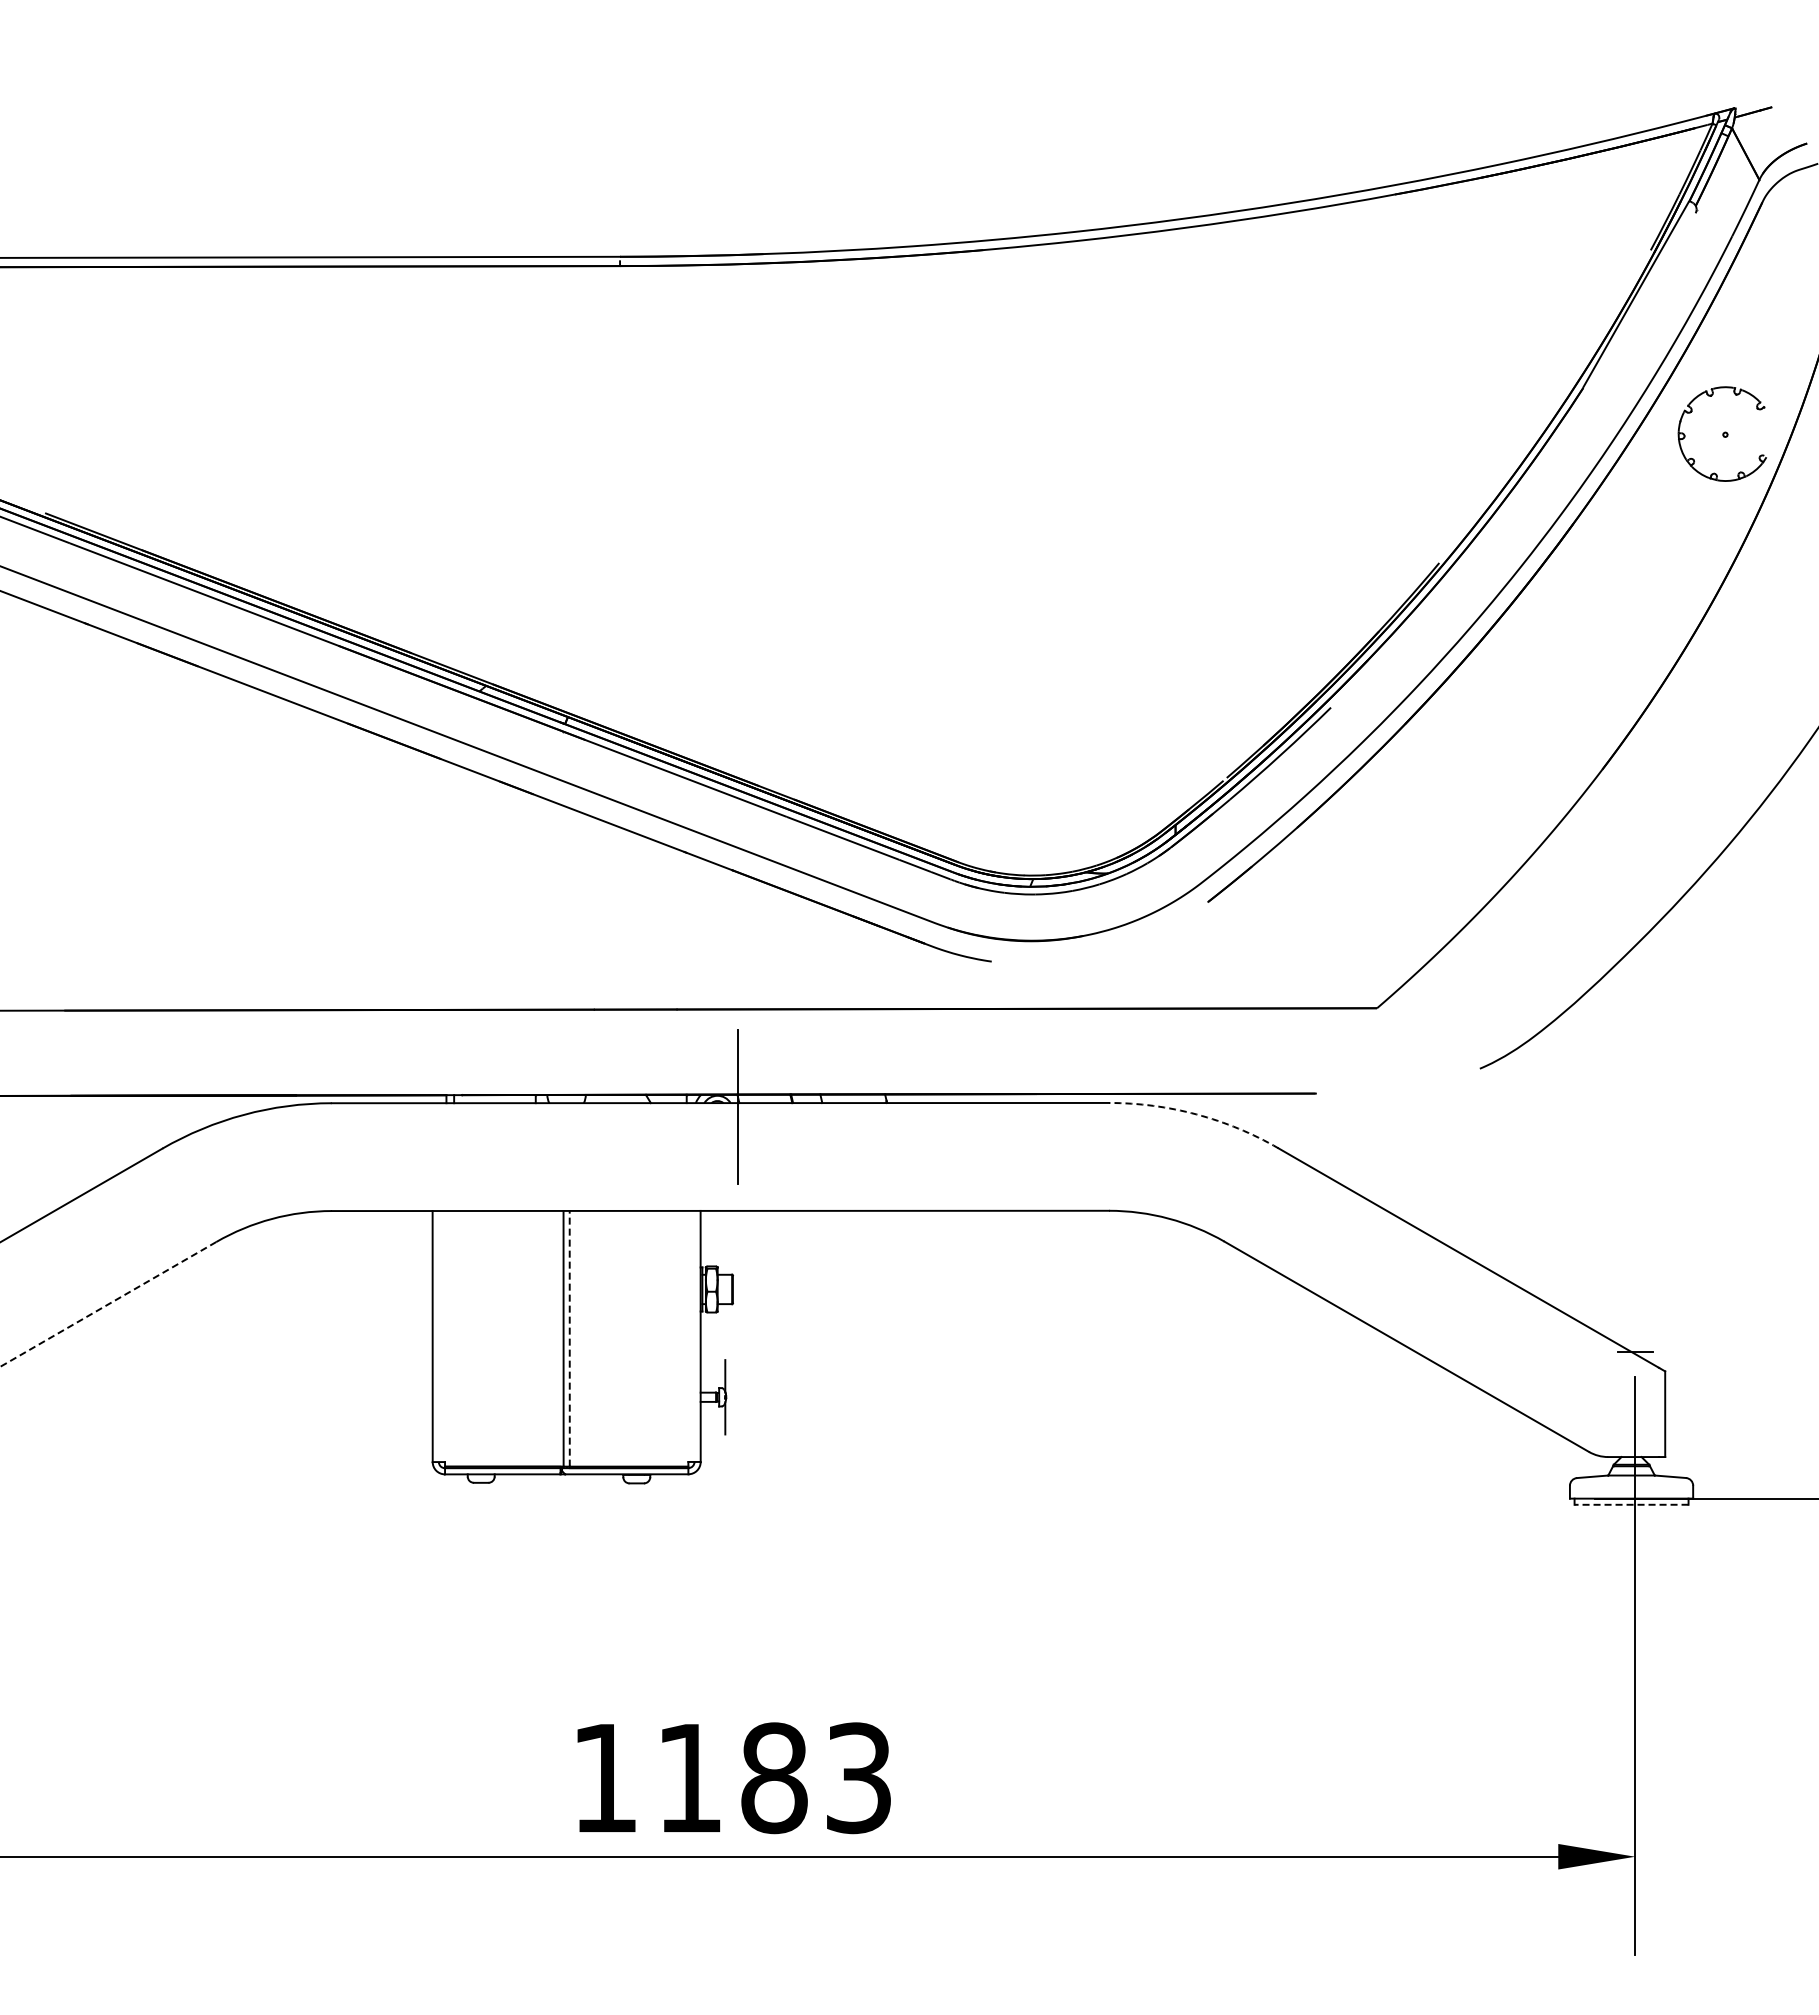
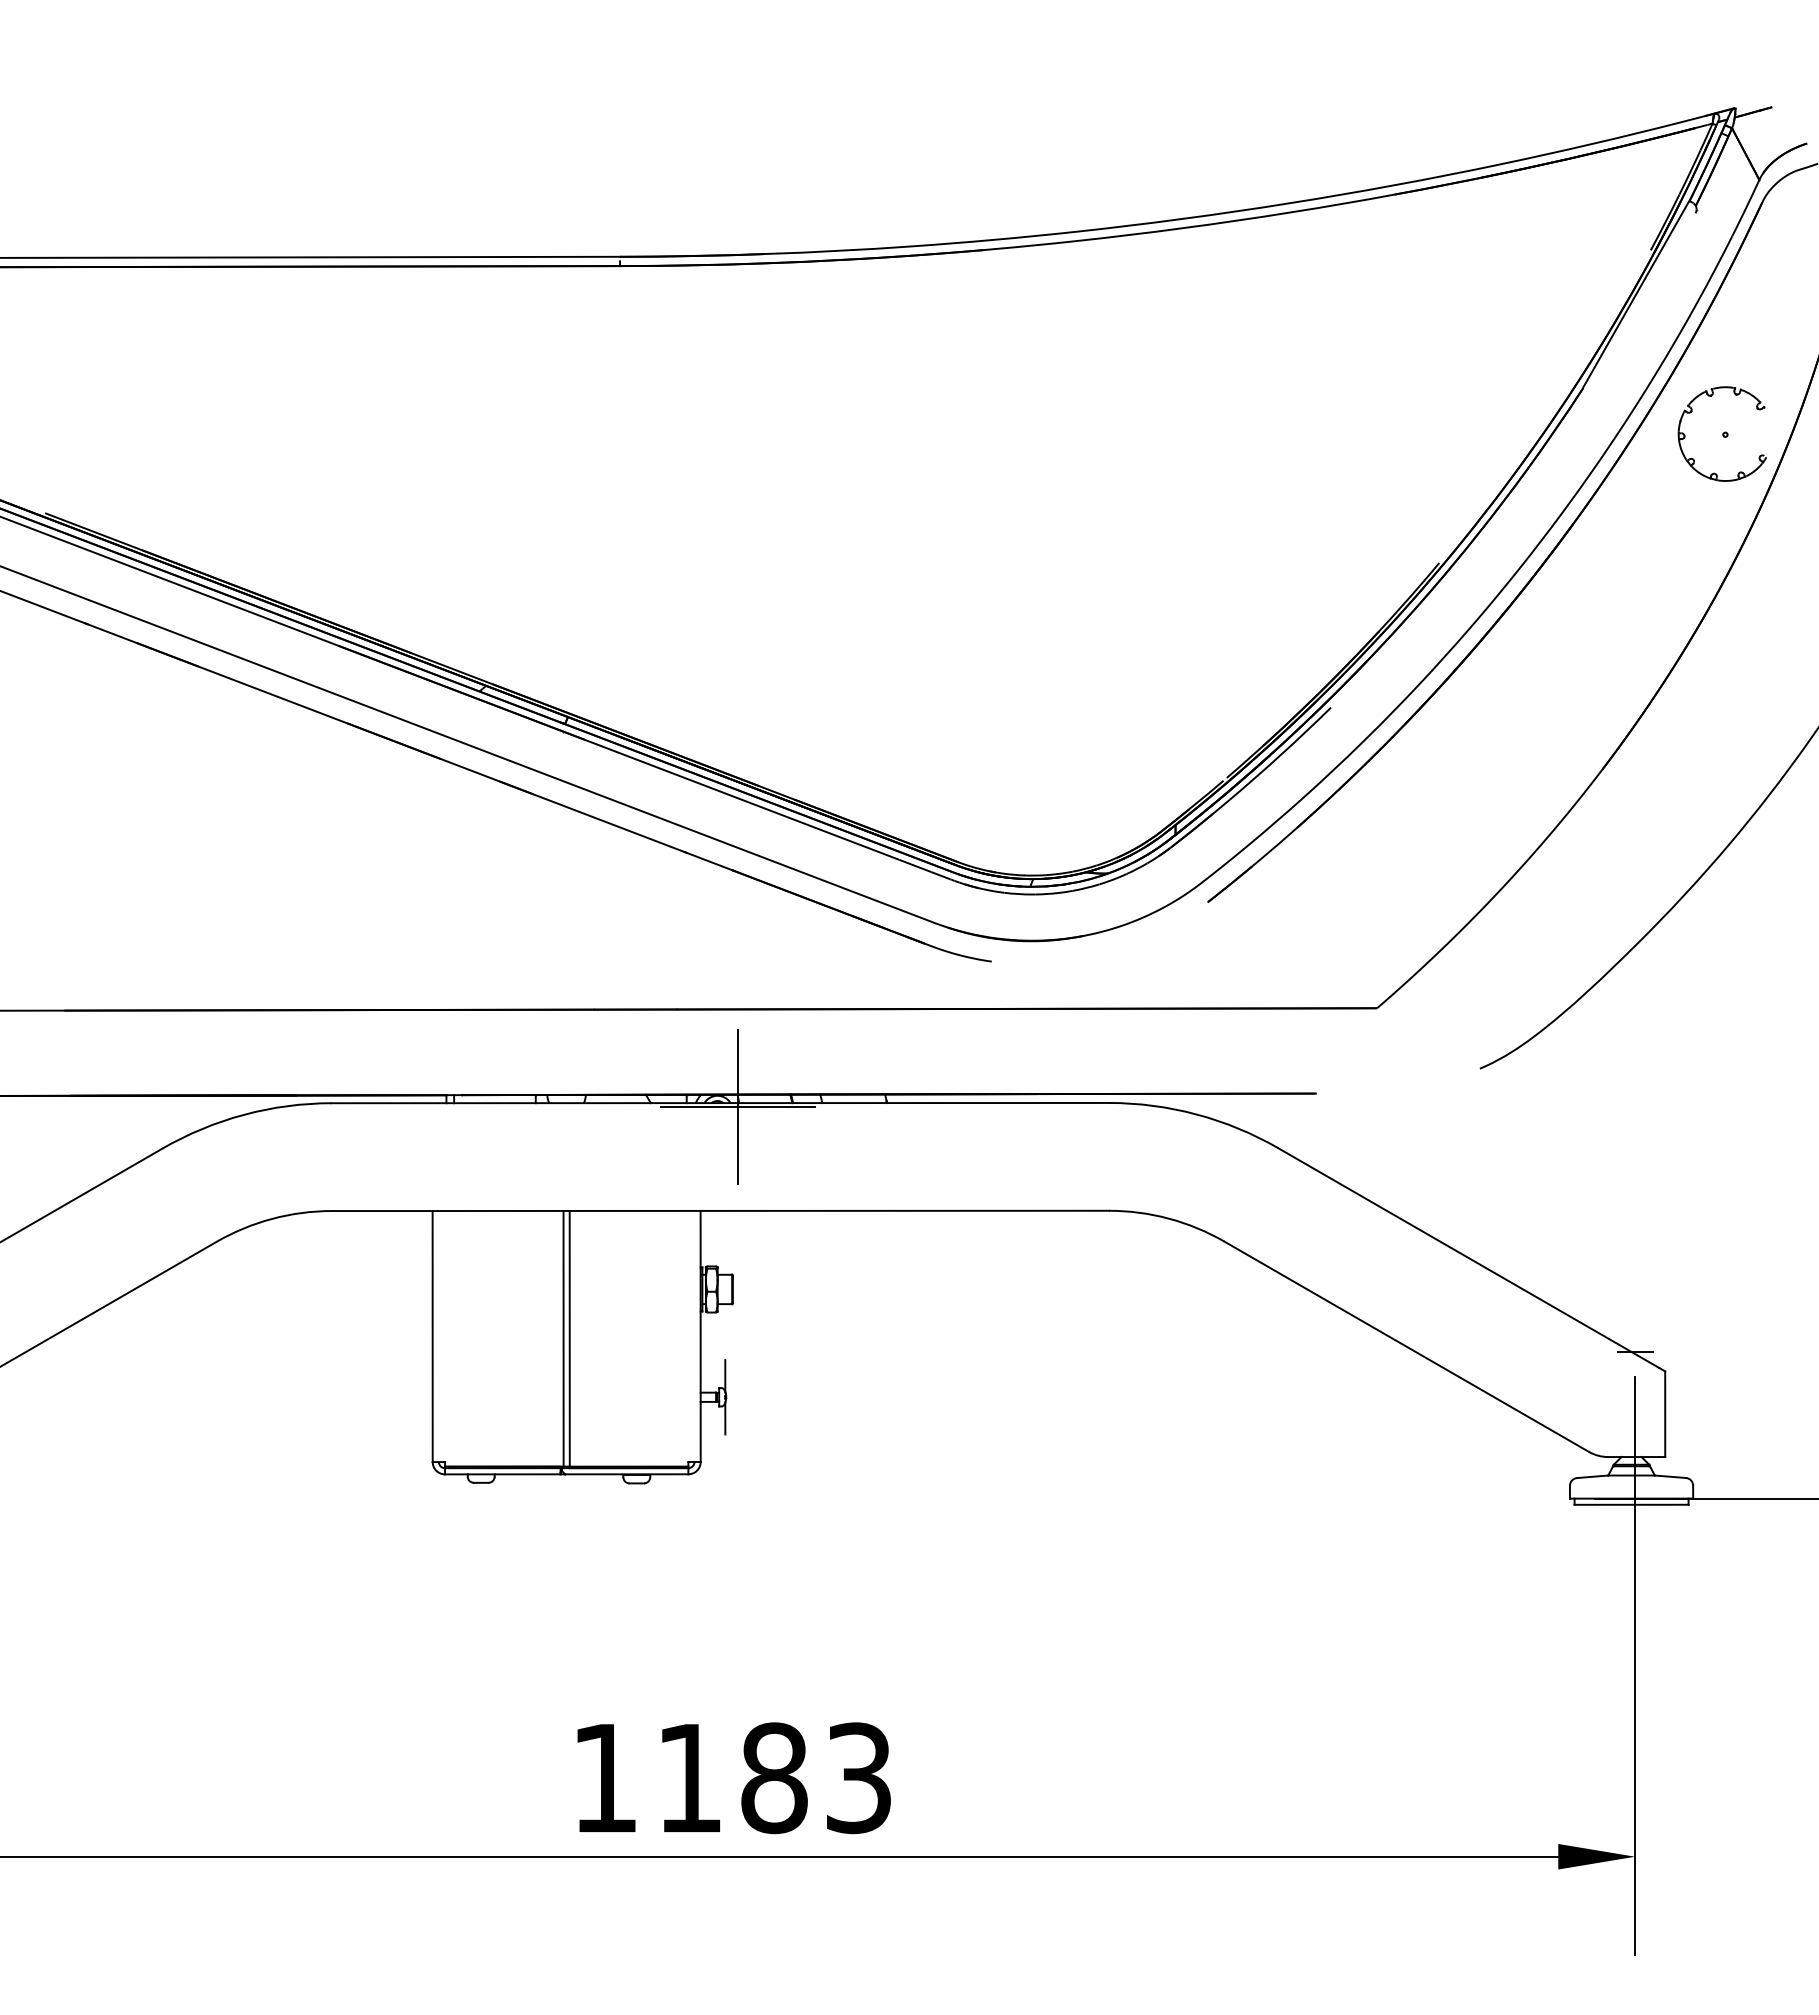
line at (737, 1106): none -> present
arc at (1196, 1114): dashed -> solid
line at (108, 1304): dashed -> solid
line at (569, 1338): dashed -> solid
line at (1631, 1504): dashed -> solid
